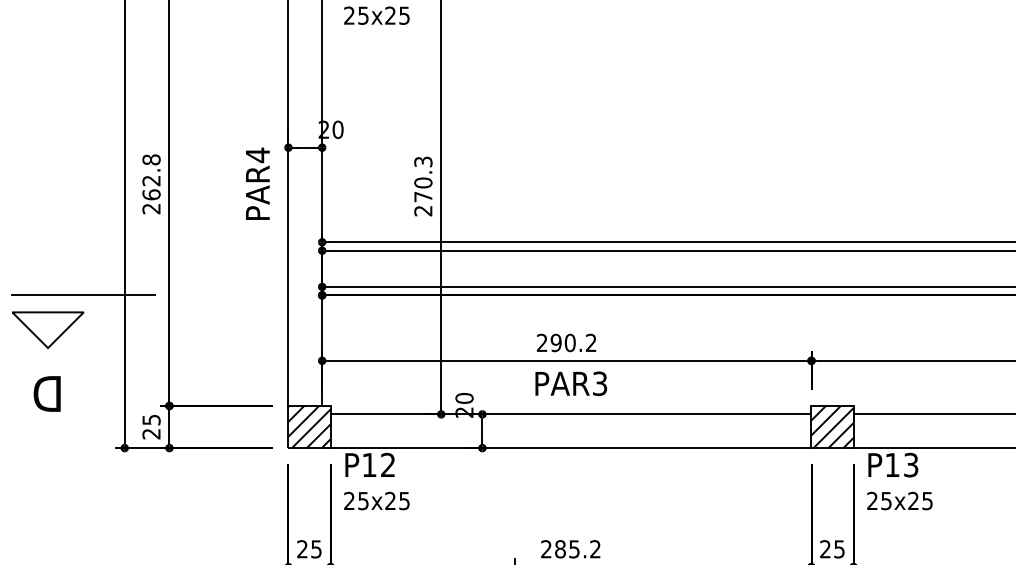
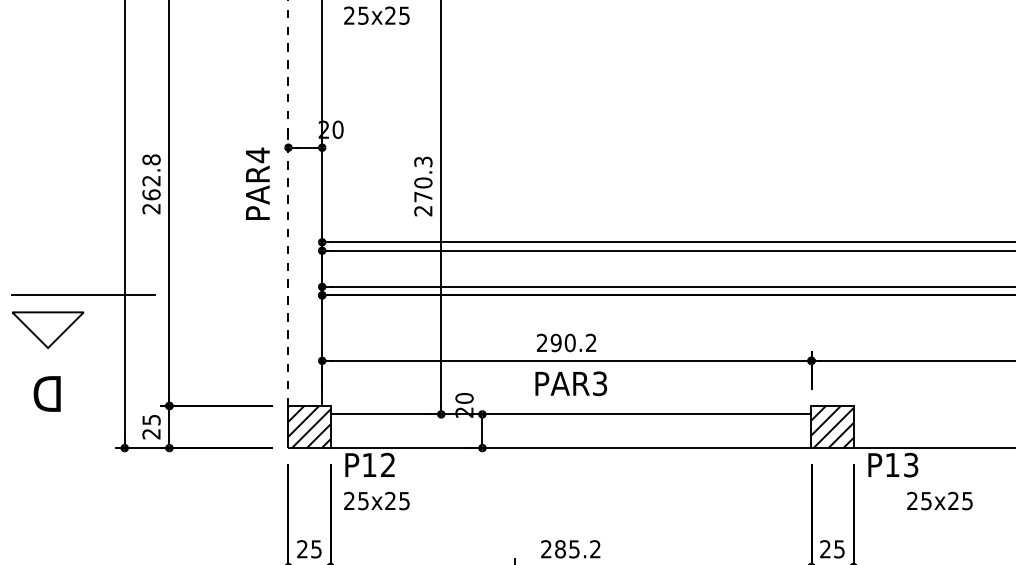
line at (288, 203): solid -> dashed
line at (932, 414): present -> none
text at (899, 500) position: (899, 500) -> (939, 500)
